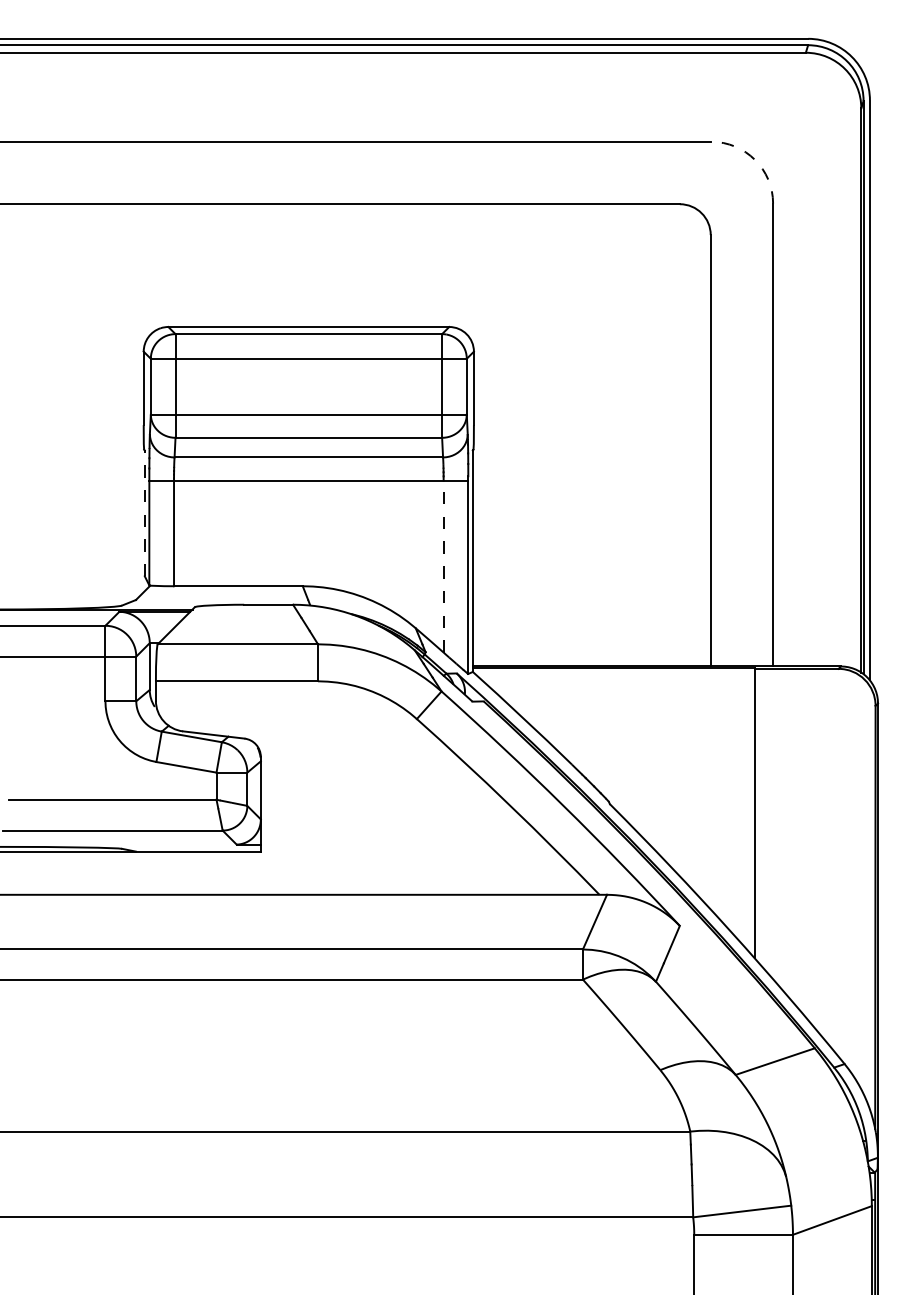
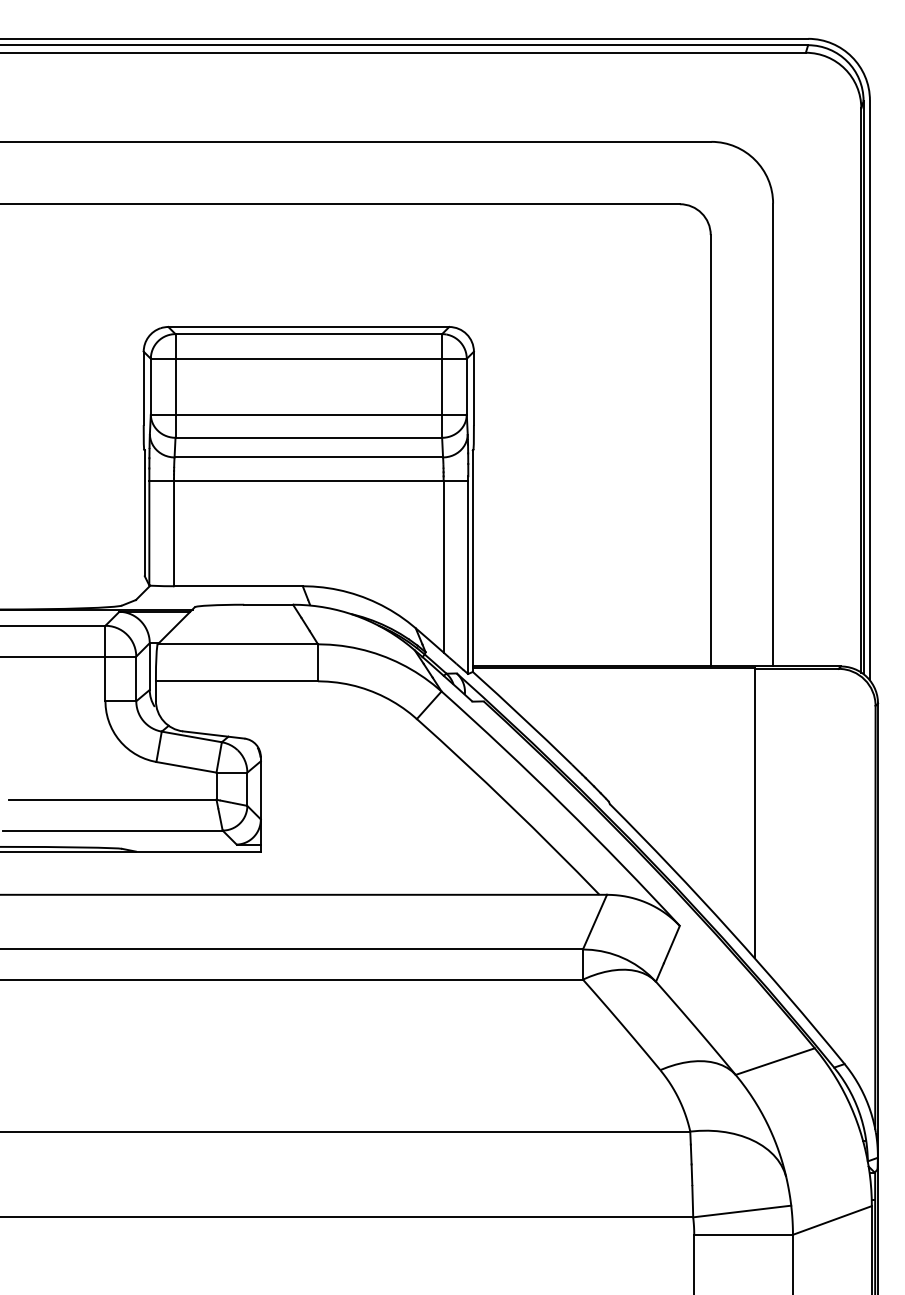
arc at (755, 159): dashed -> solid
line at (144, 513): dashed -> solid
line at (443, 566): dashed -> solid
